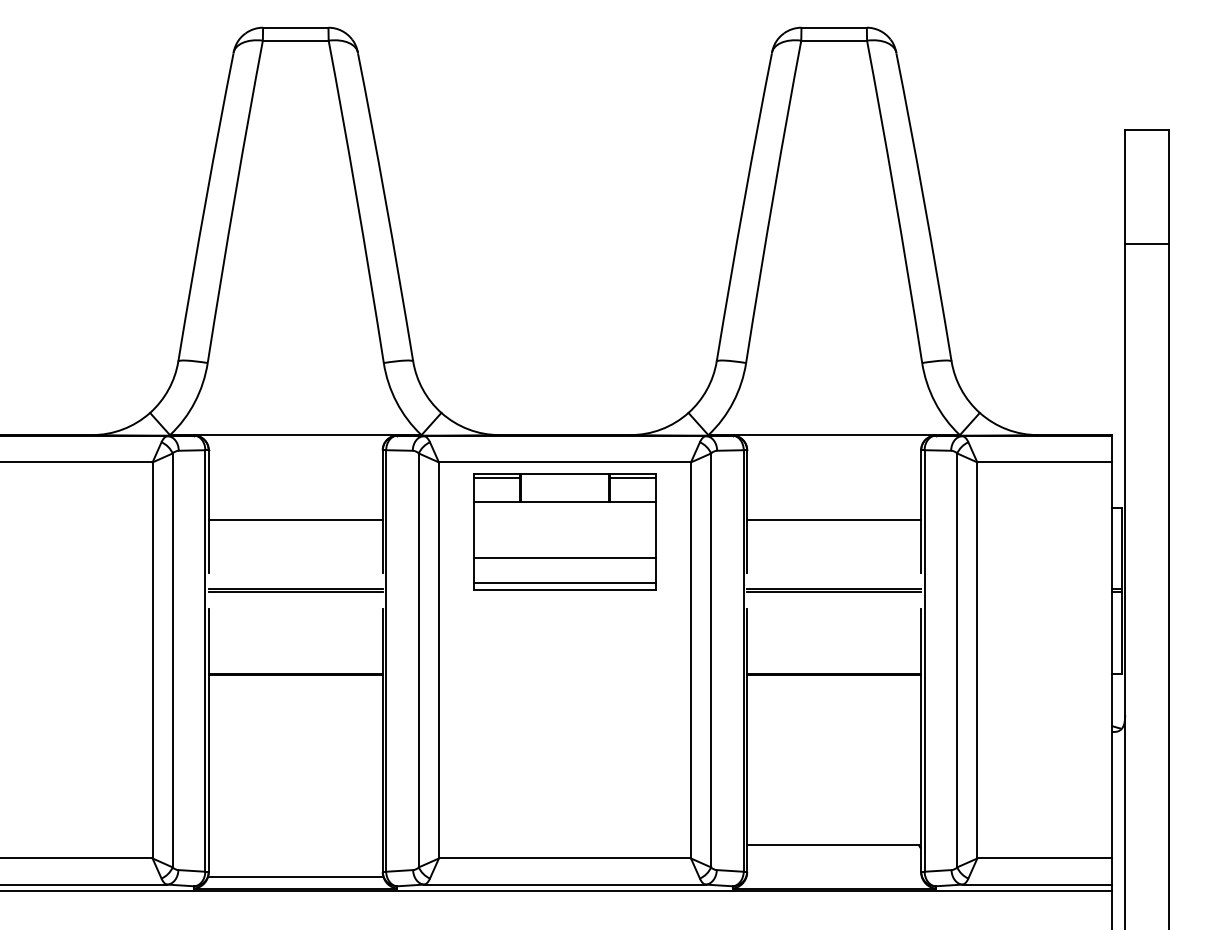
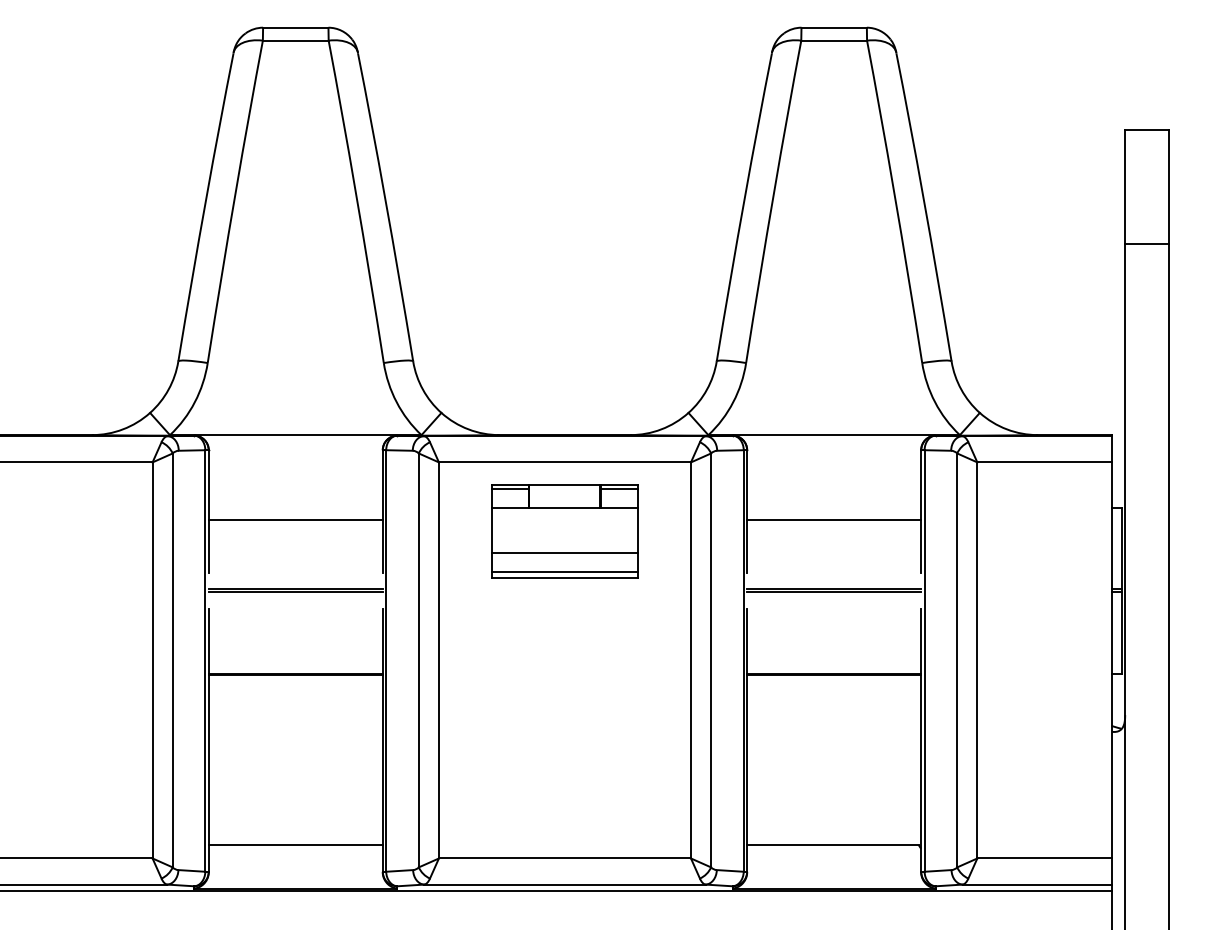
part at (564, 531) size: 184x118 px -> 148x95 px
line at (295, 876) position: (295, 876) -> (295, 844)
